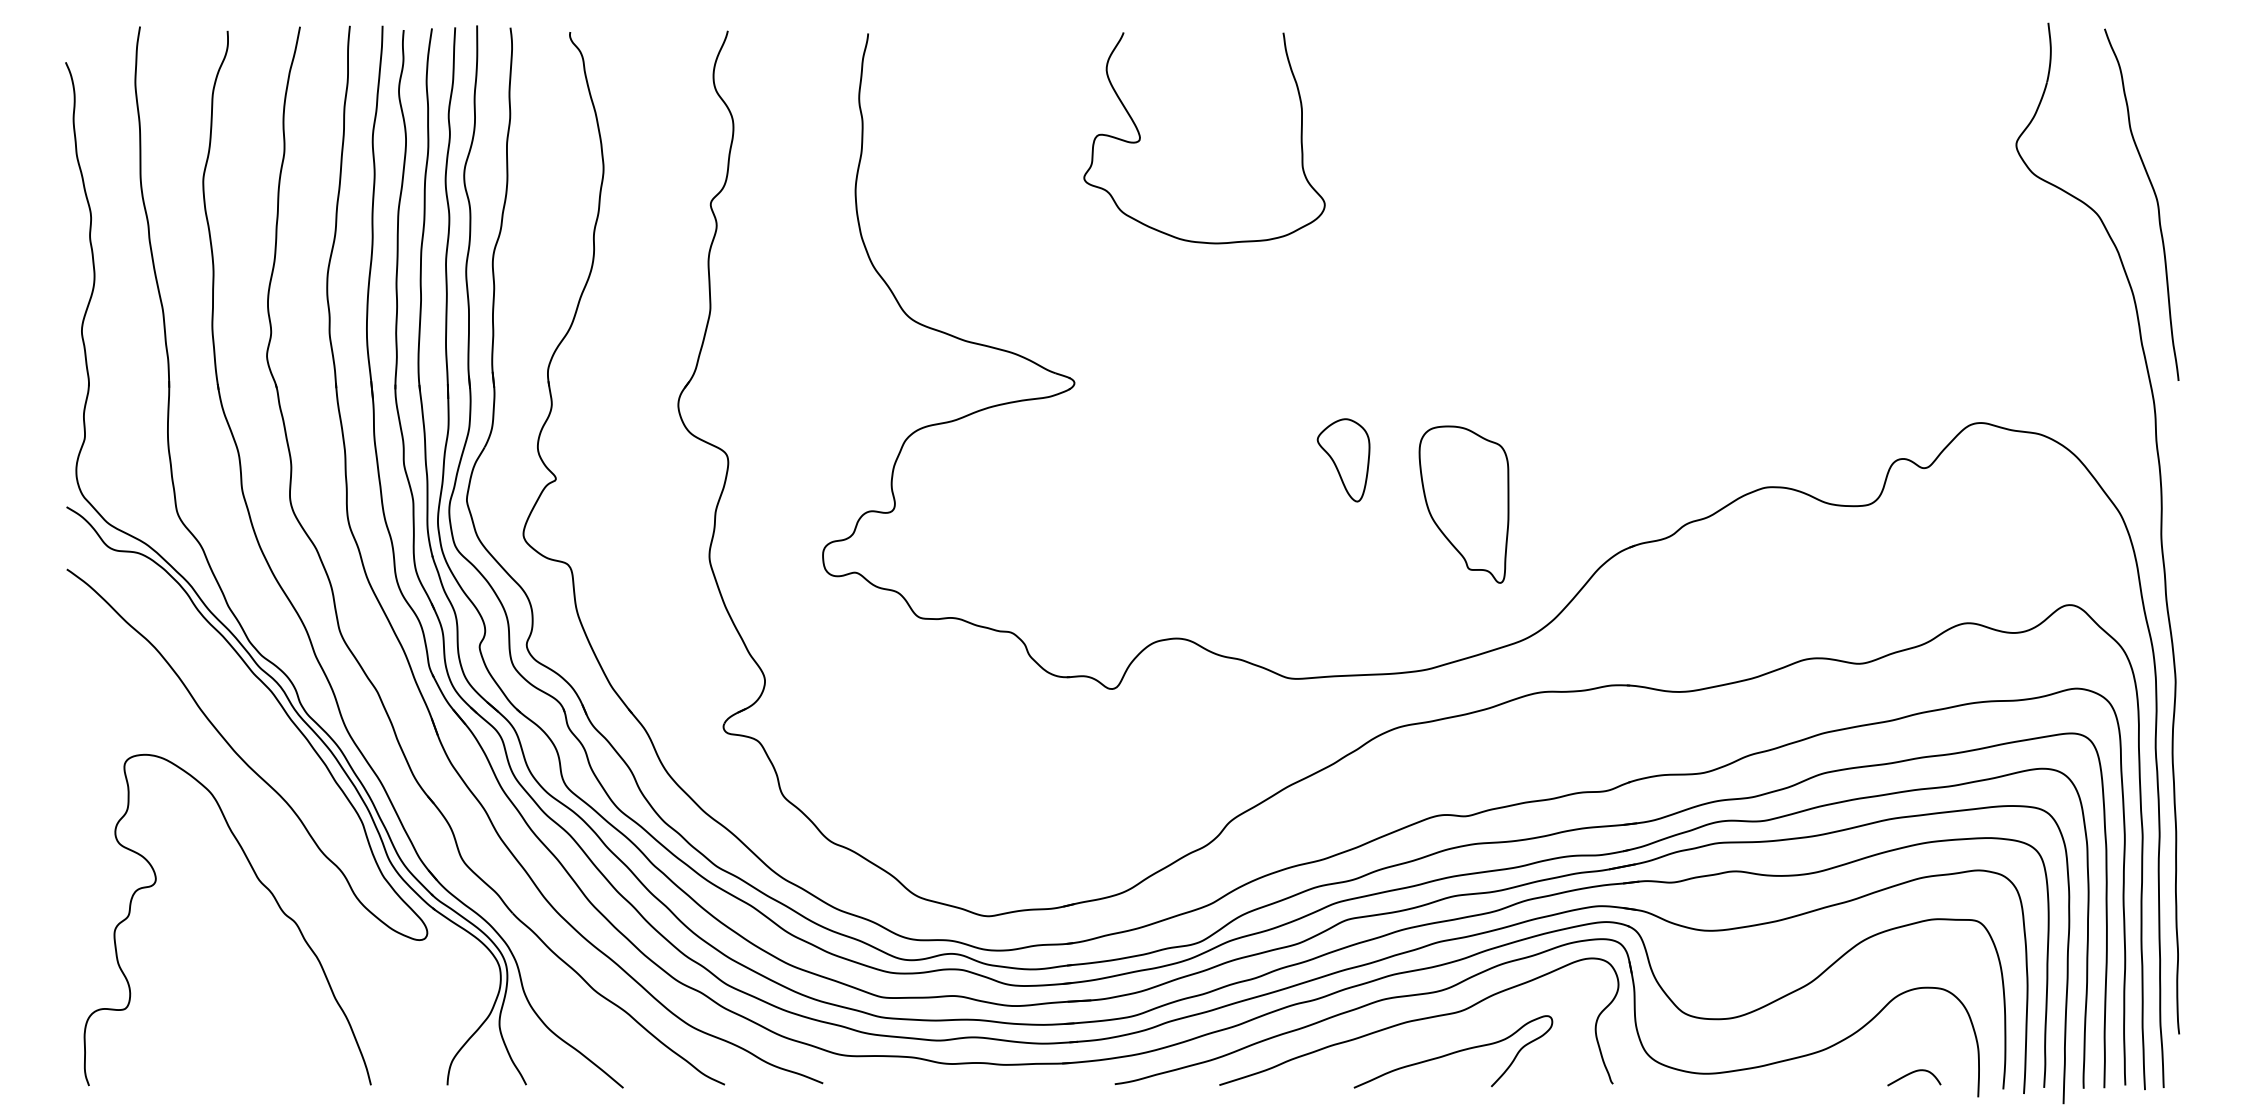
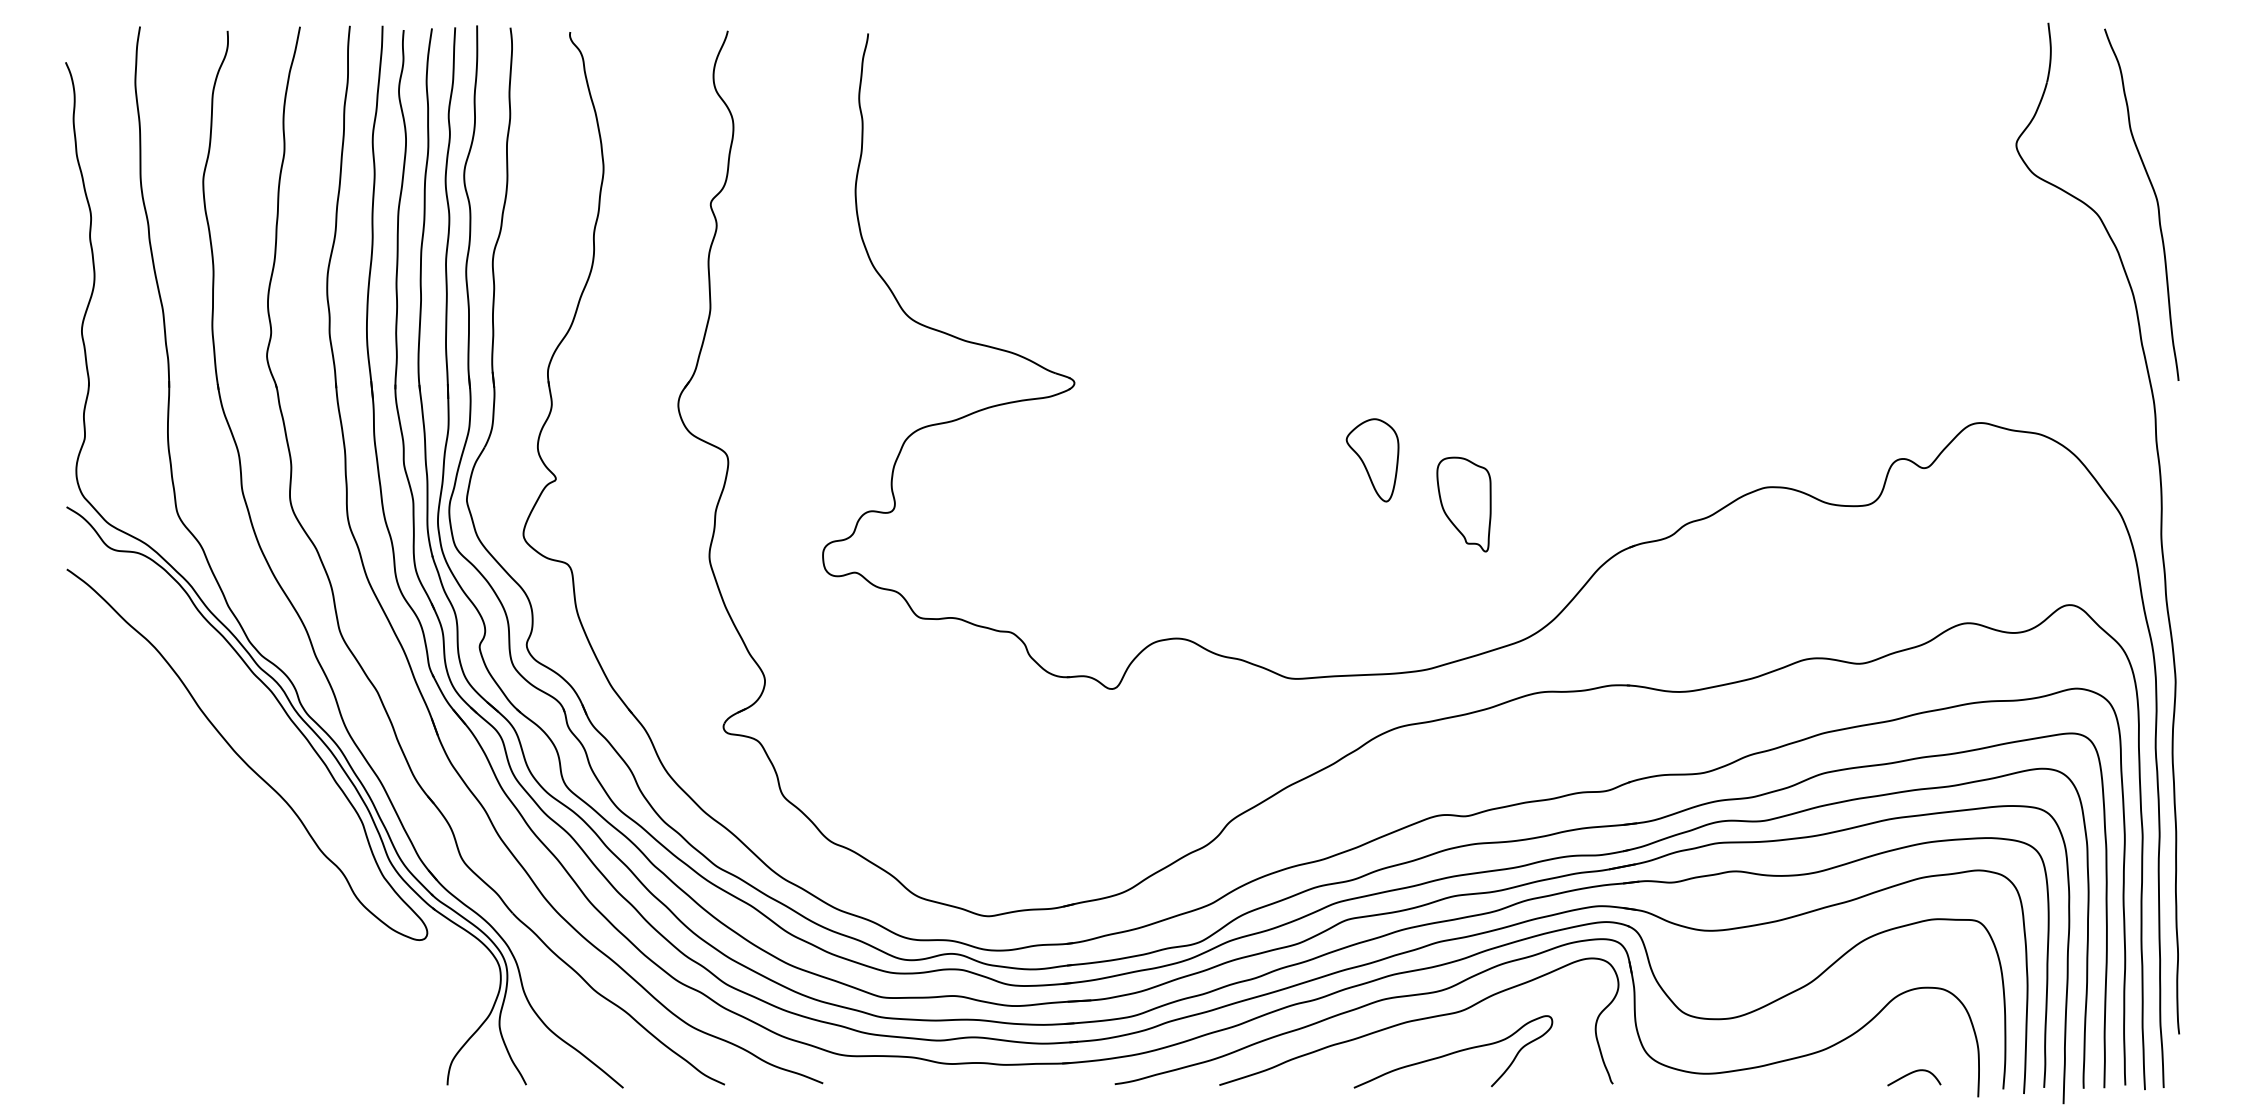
curve at (1140, 138): present -> none
part at (1343, 460) position: (1343, 460) -> (1372, 460)
part at (1463, 504) size: 92x159 px -> 56x97 px
curve at (261, 884): present -> none
